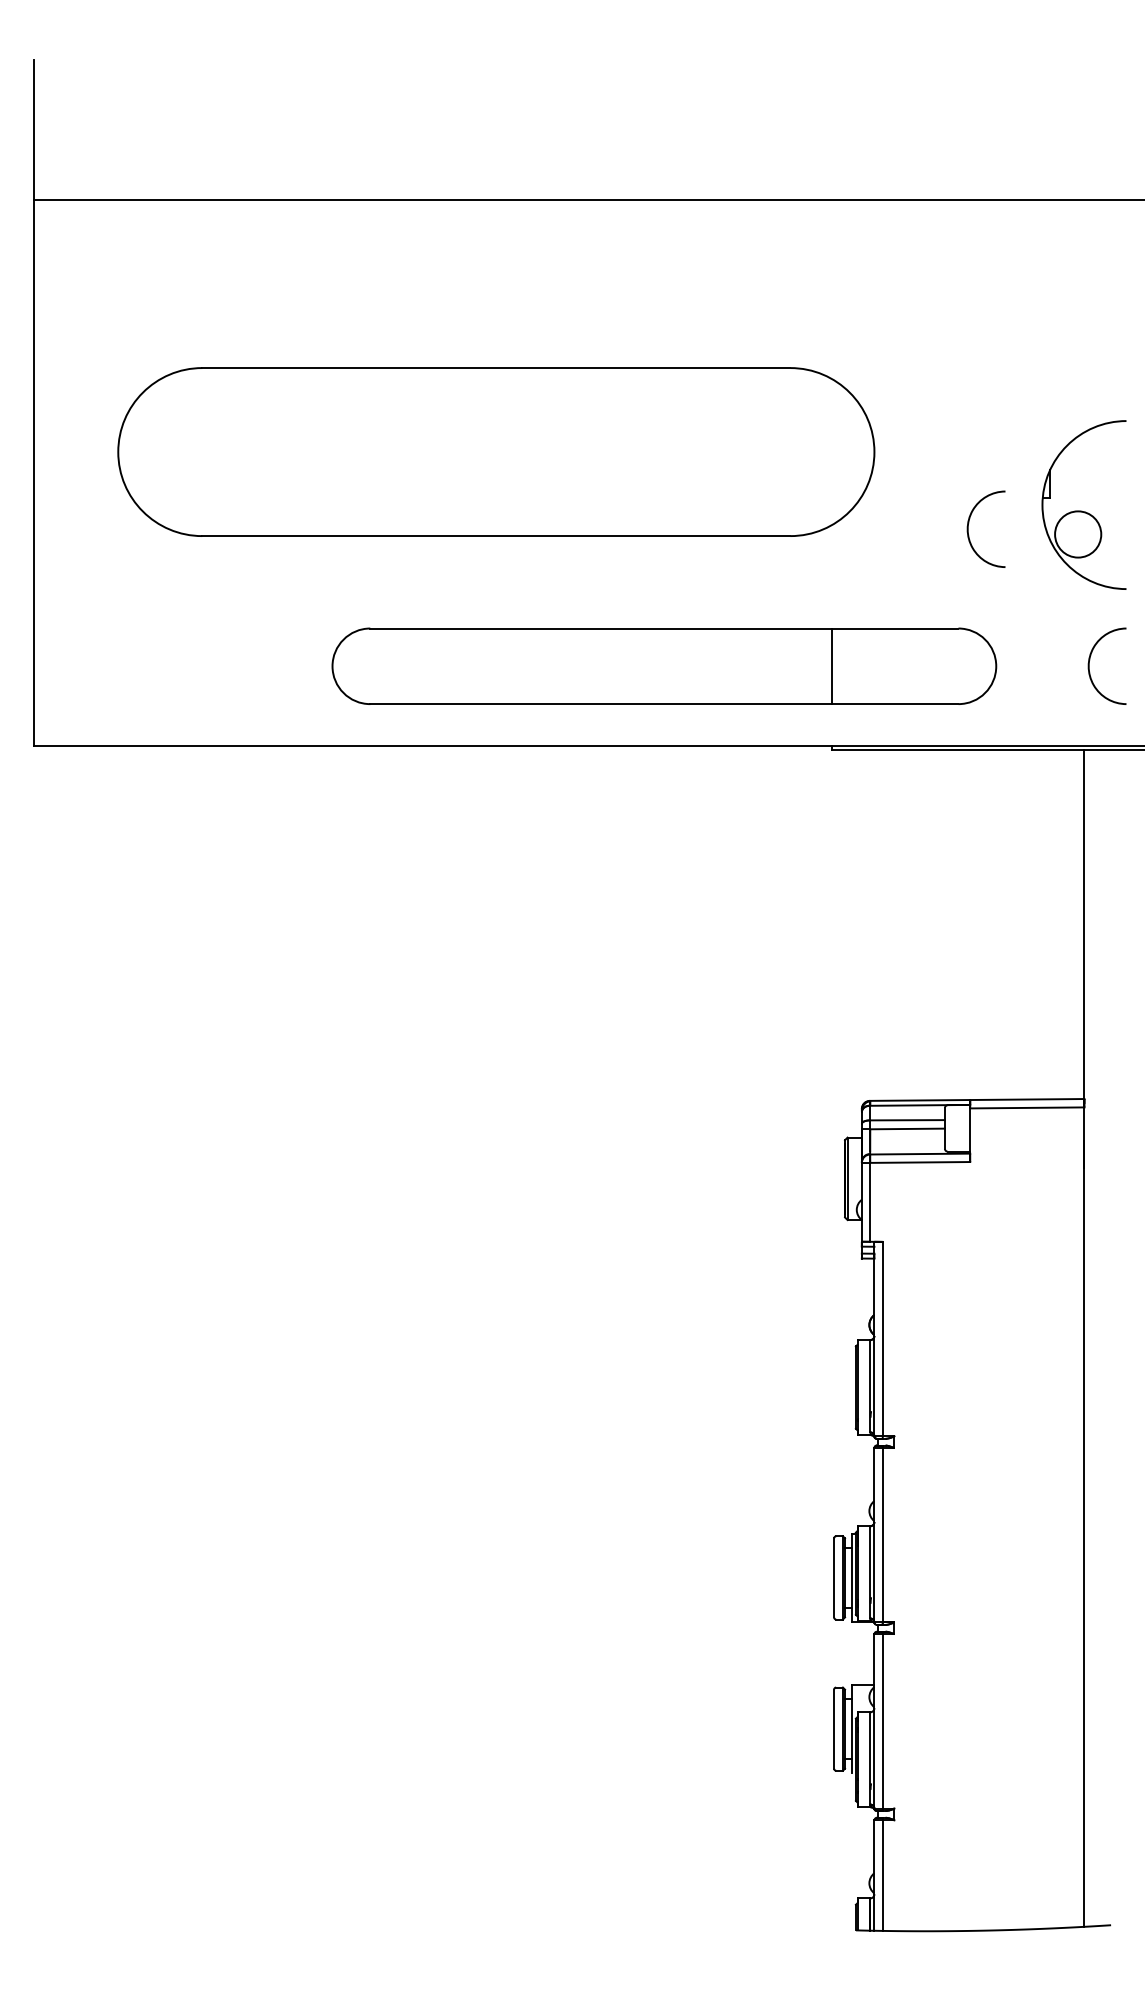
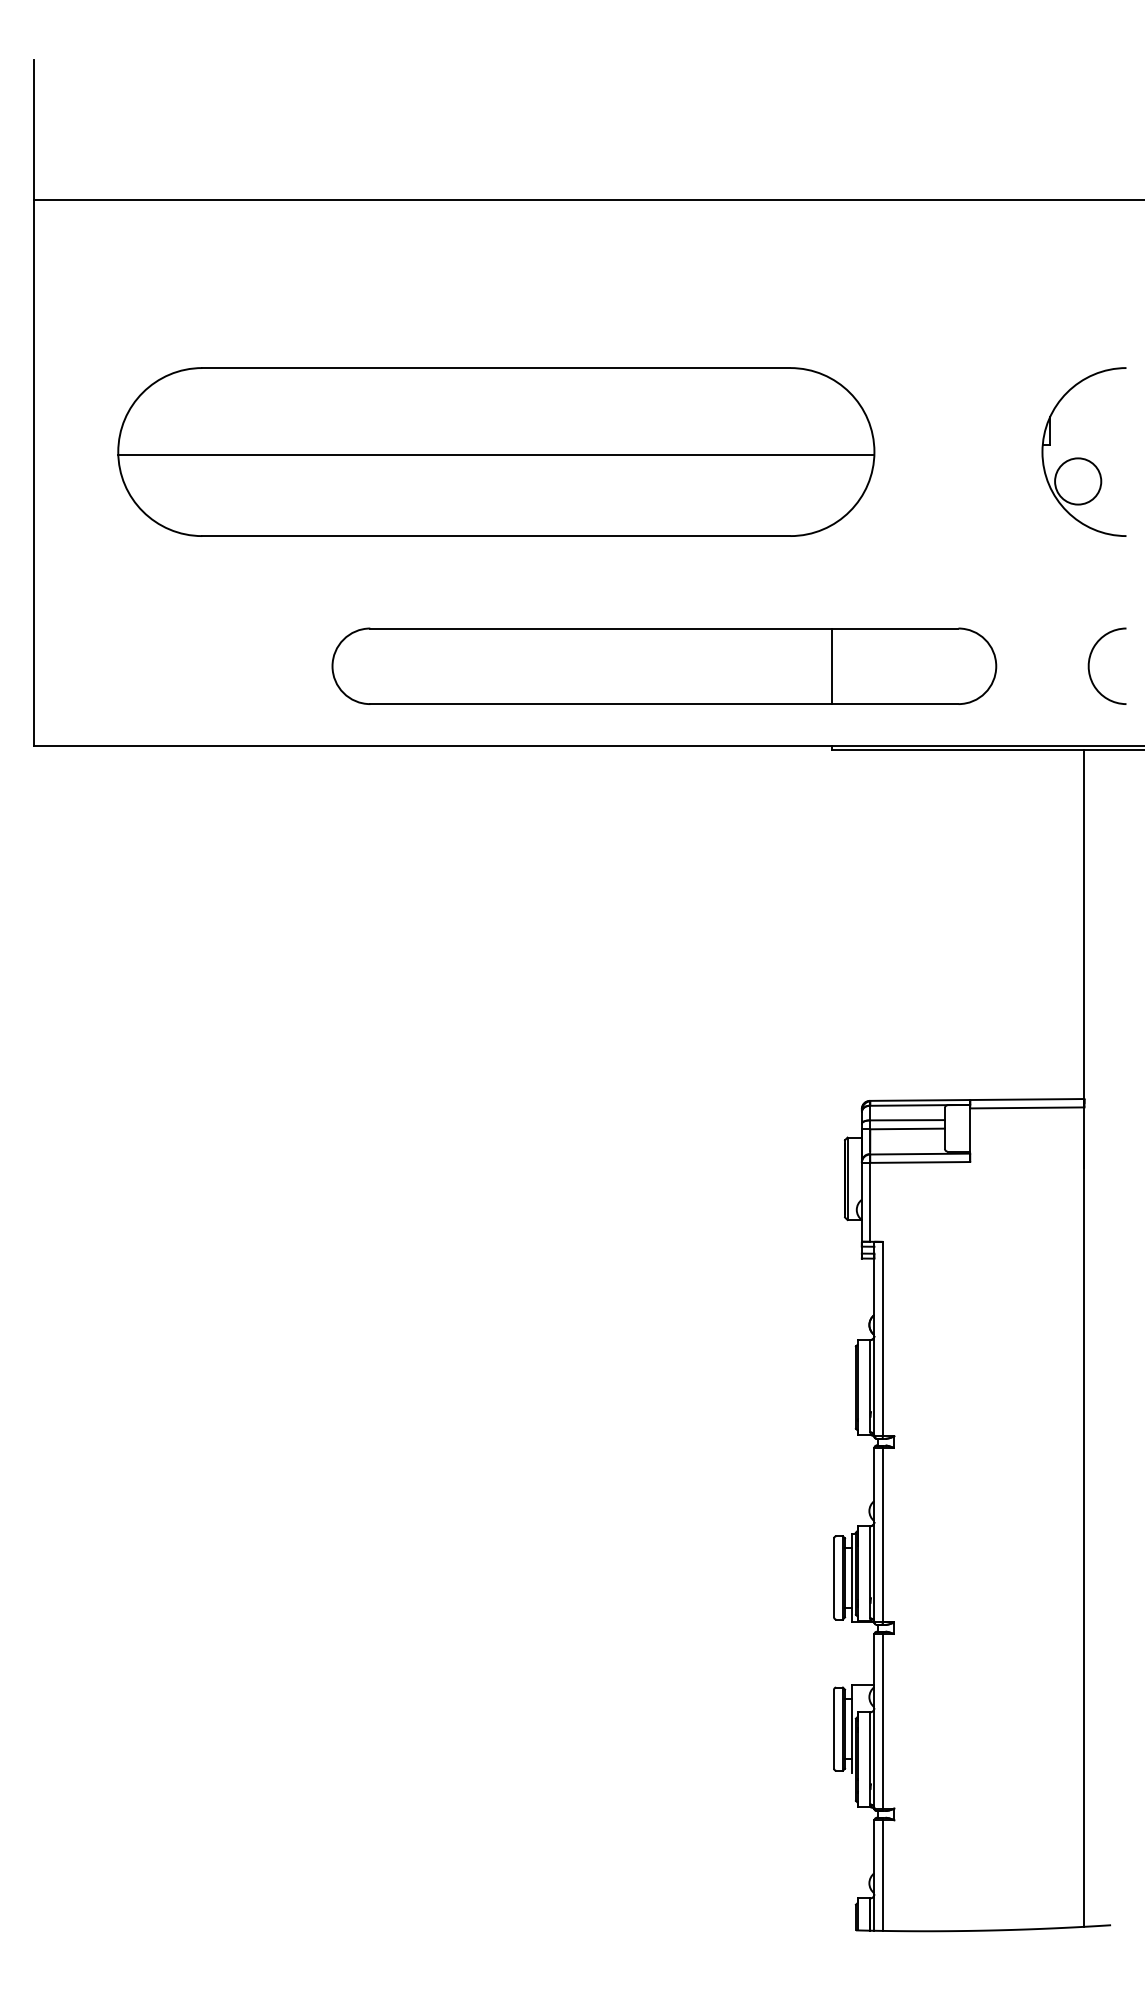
line at (496, 454): none -> present
part at (1082, 510) position: (1082, 510) -> (1082, 457)
arc at (969, 523): present -> none
